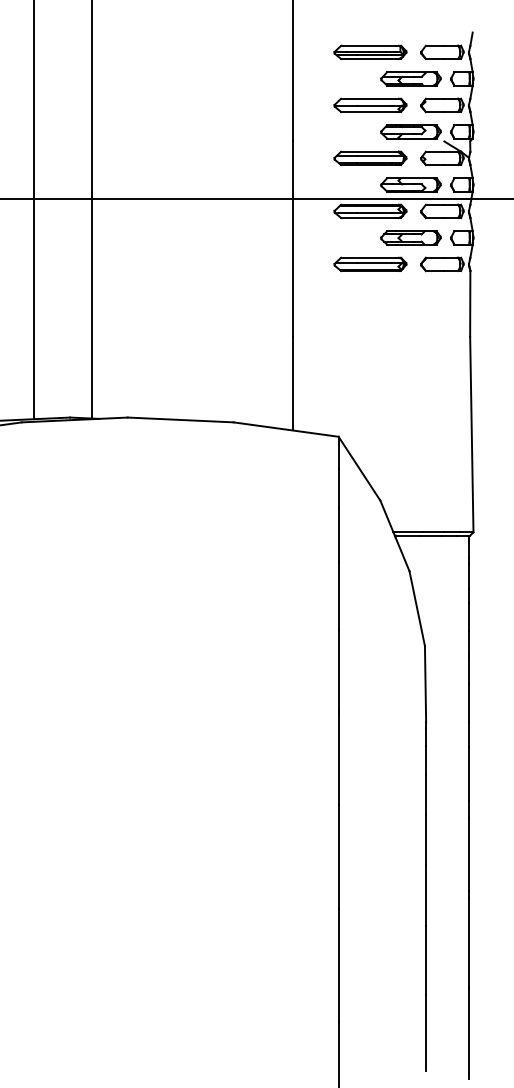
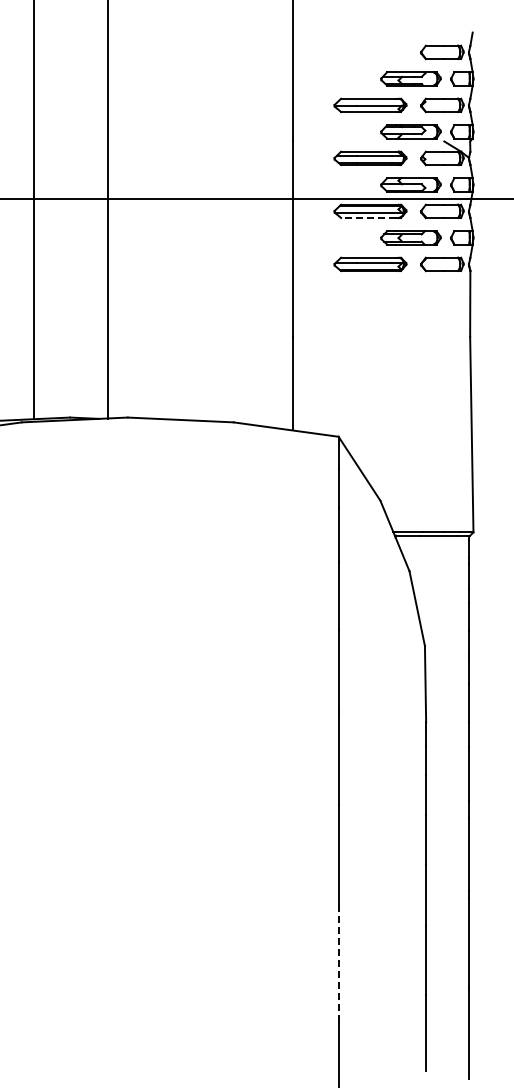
part at (370, 52): present -> none
line at (92, 210) position: (92, 210) -> (108, 210)
line at (368, 218): solid -> dashed
line at (338, 965): solid -> dashed
